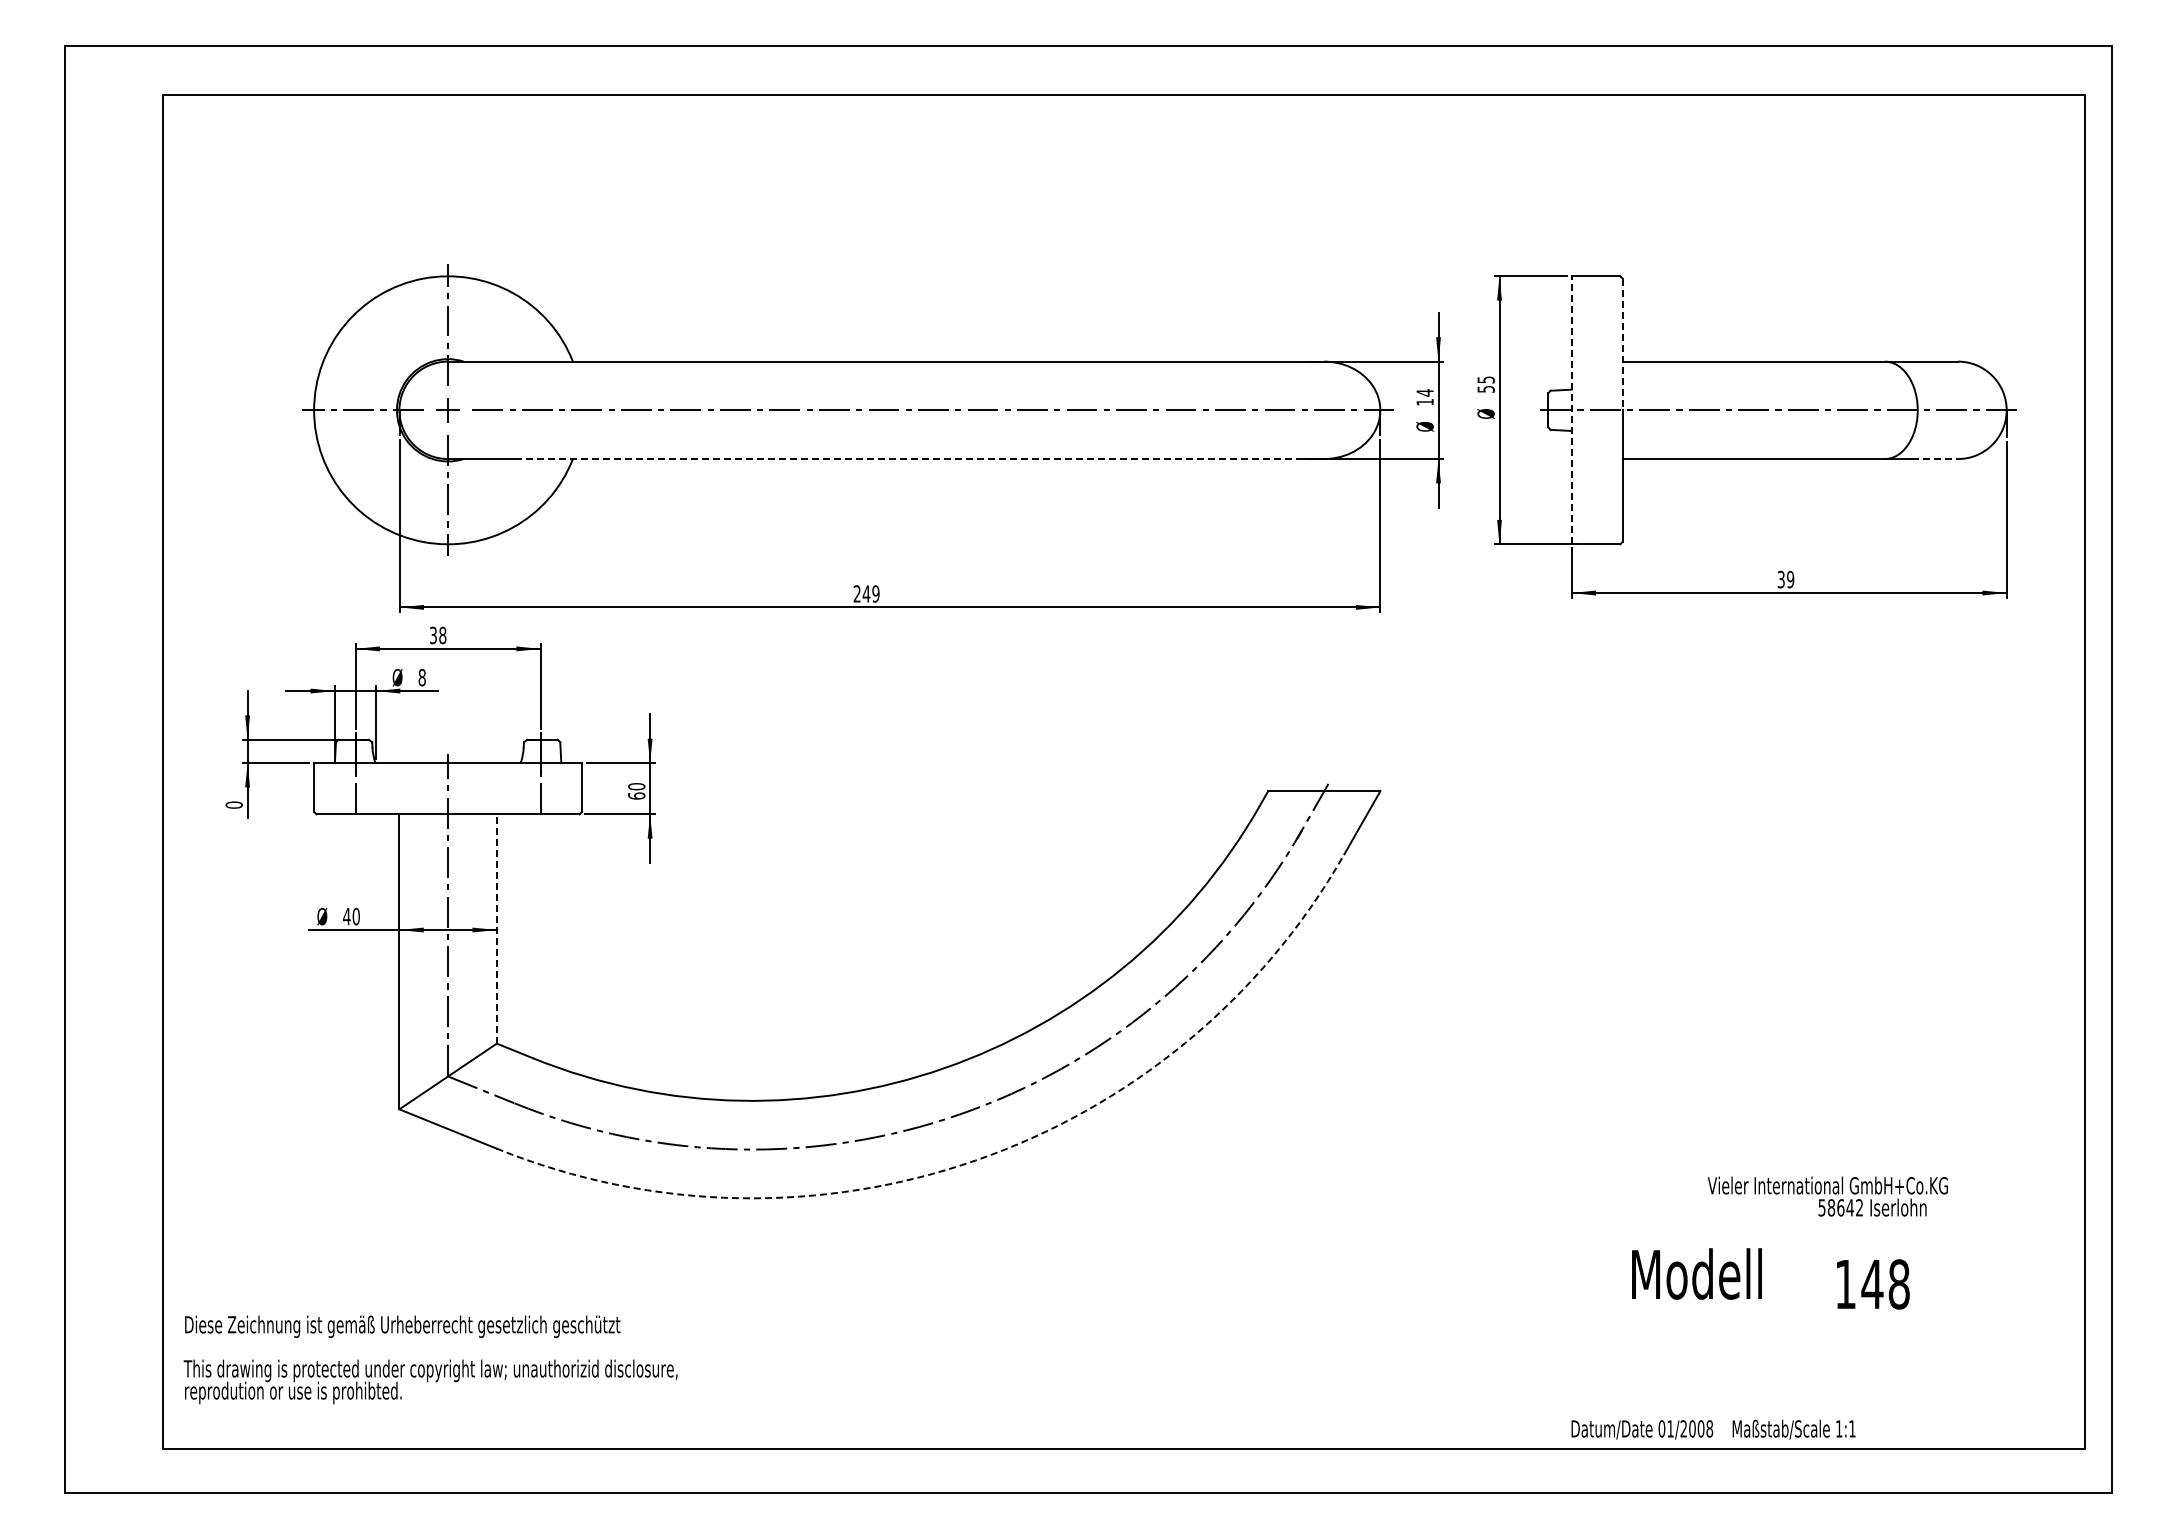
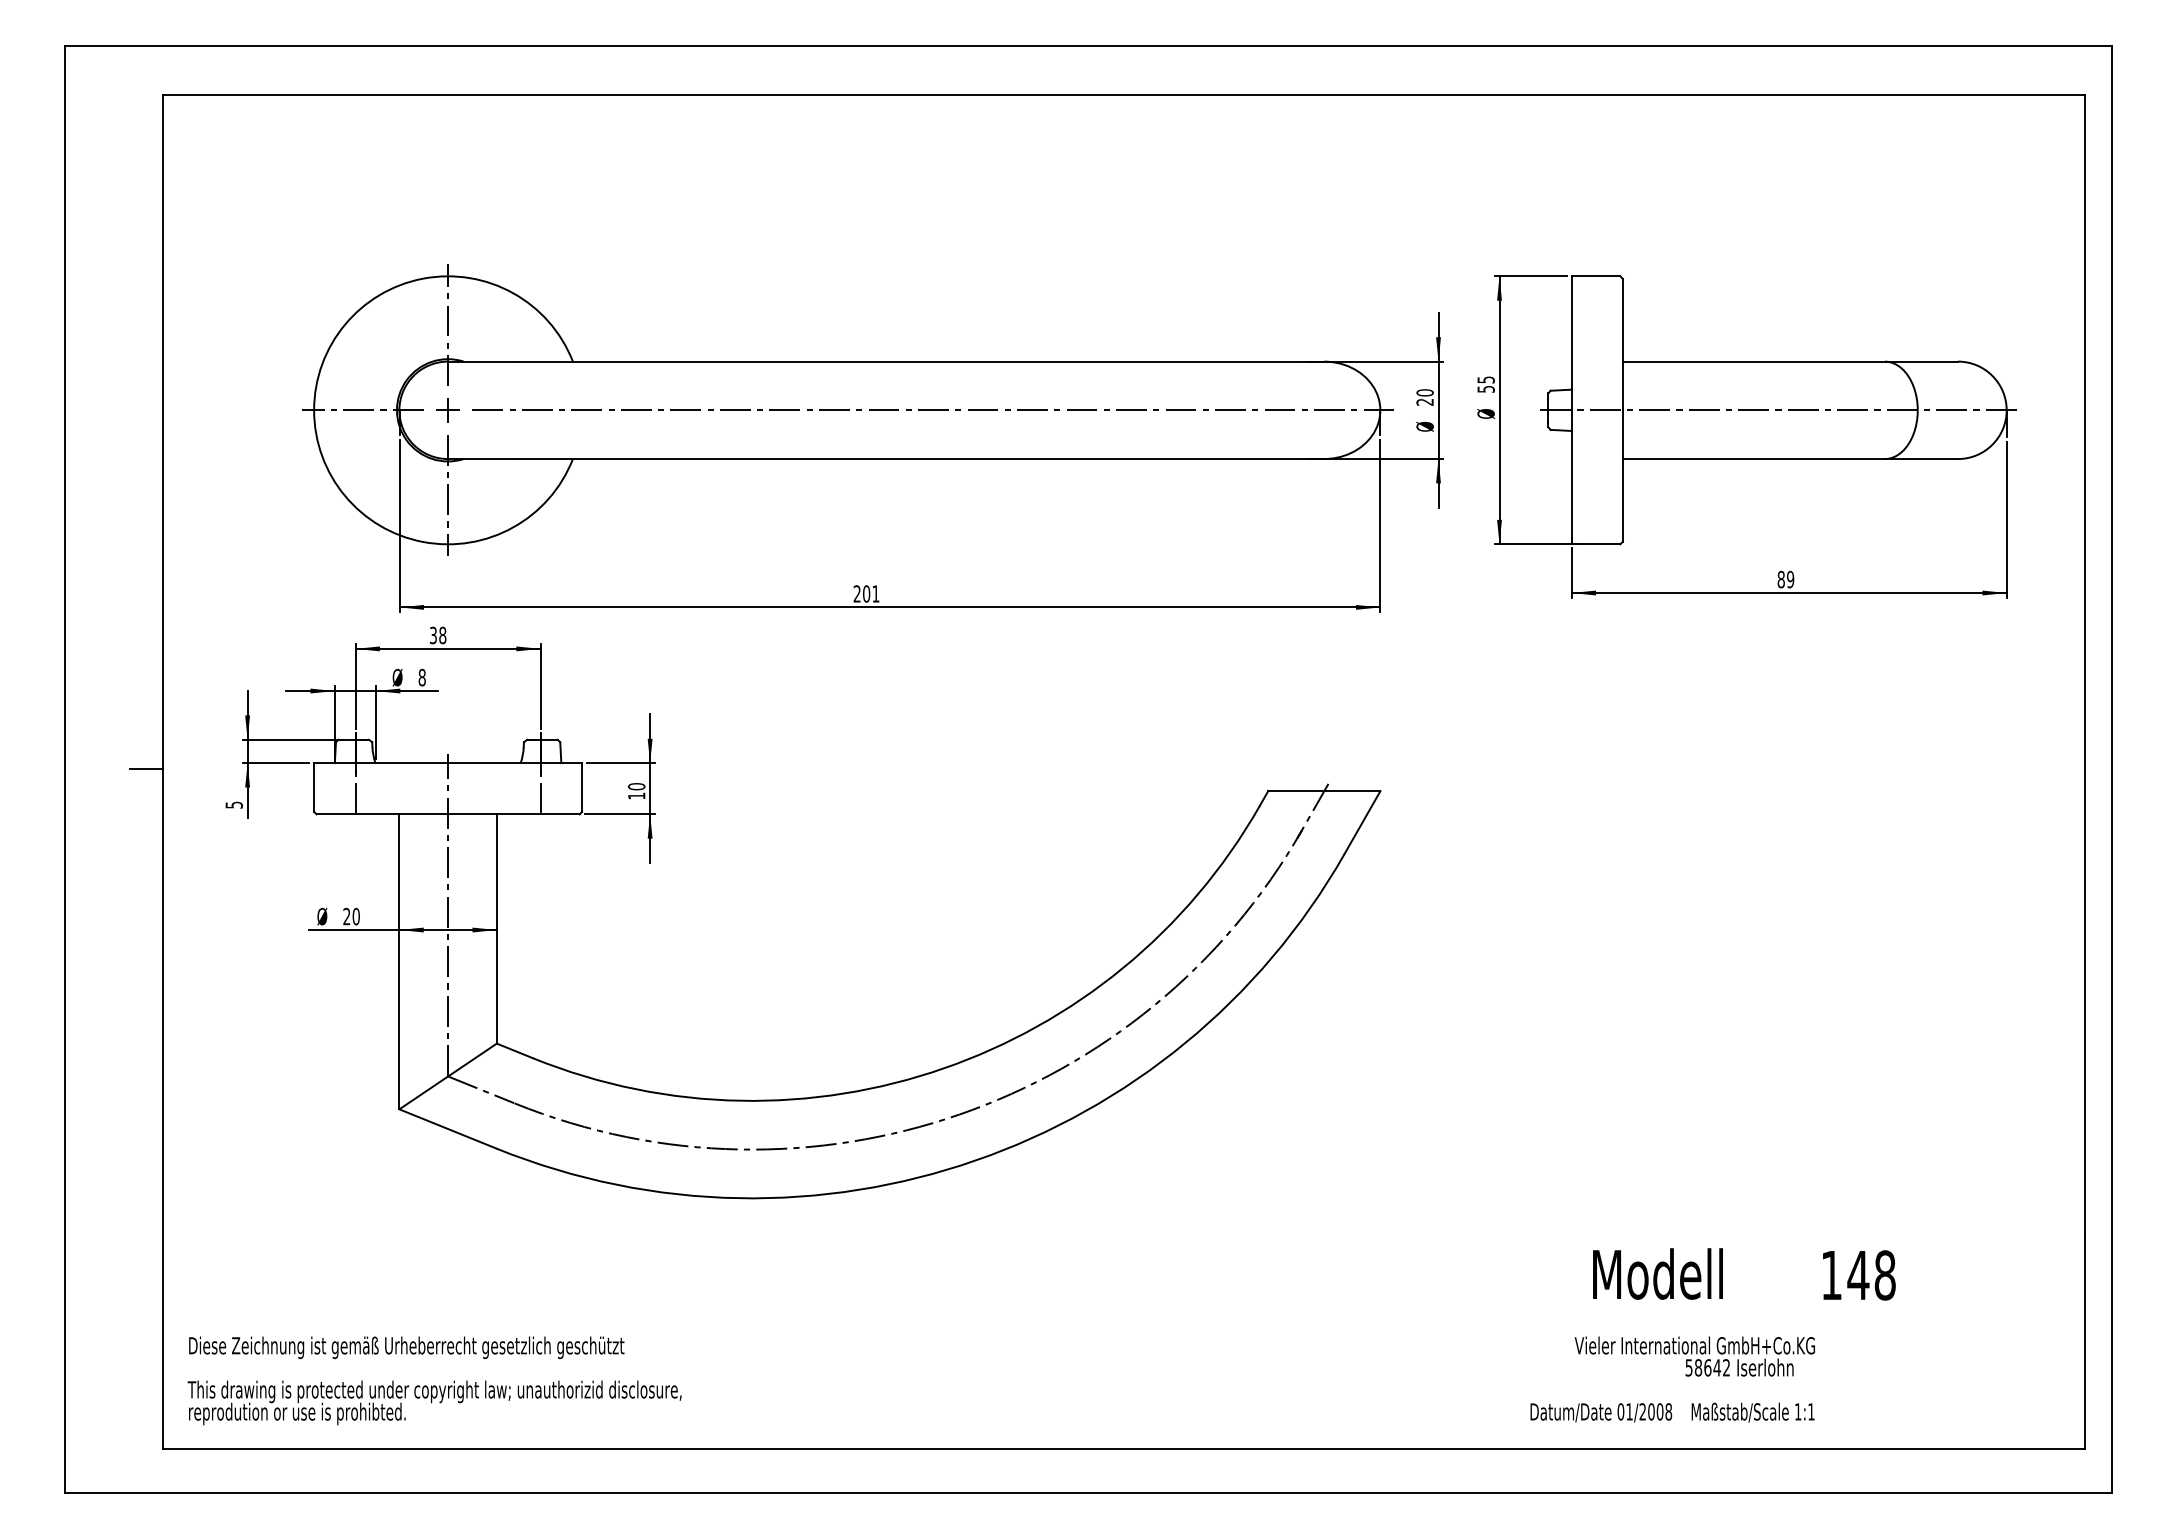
line at (1622, 344): dashed -> solid
text at (1424, 397): 14 -> 20
line at (1571, 409): dashed -> solid
line at (908, 459): dashed -> solid
line at (1935, 459): dashed -> solid
text at (1780, 579): 39 -> 89
text at (870, 593): 249 -> 201
line at (146, 769): none -> present
text at (636, 795): 60 -> 10
text at (233, 804): 0 -> 5
text at (346, 916): 40 -> 20
line at (496, 928): dashed -> solid
arc at (975, 1160): dashed -> solid
text at (1827, 1196) position: (1827, 1196) -> (1694, 1356)
text at (1696, 1273) position: (1696, 1273) -> (1657, 1273)
text at (1873, 1284) position: (1873, 1284) -> (1859, 1275)
text at (430, 1359) position: (430, 1359) -> (434, 1380)
text at (1713, 1429) position: (1713, 1429) -> (1672, 1412)
